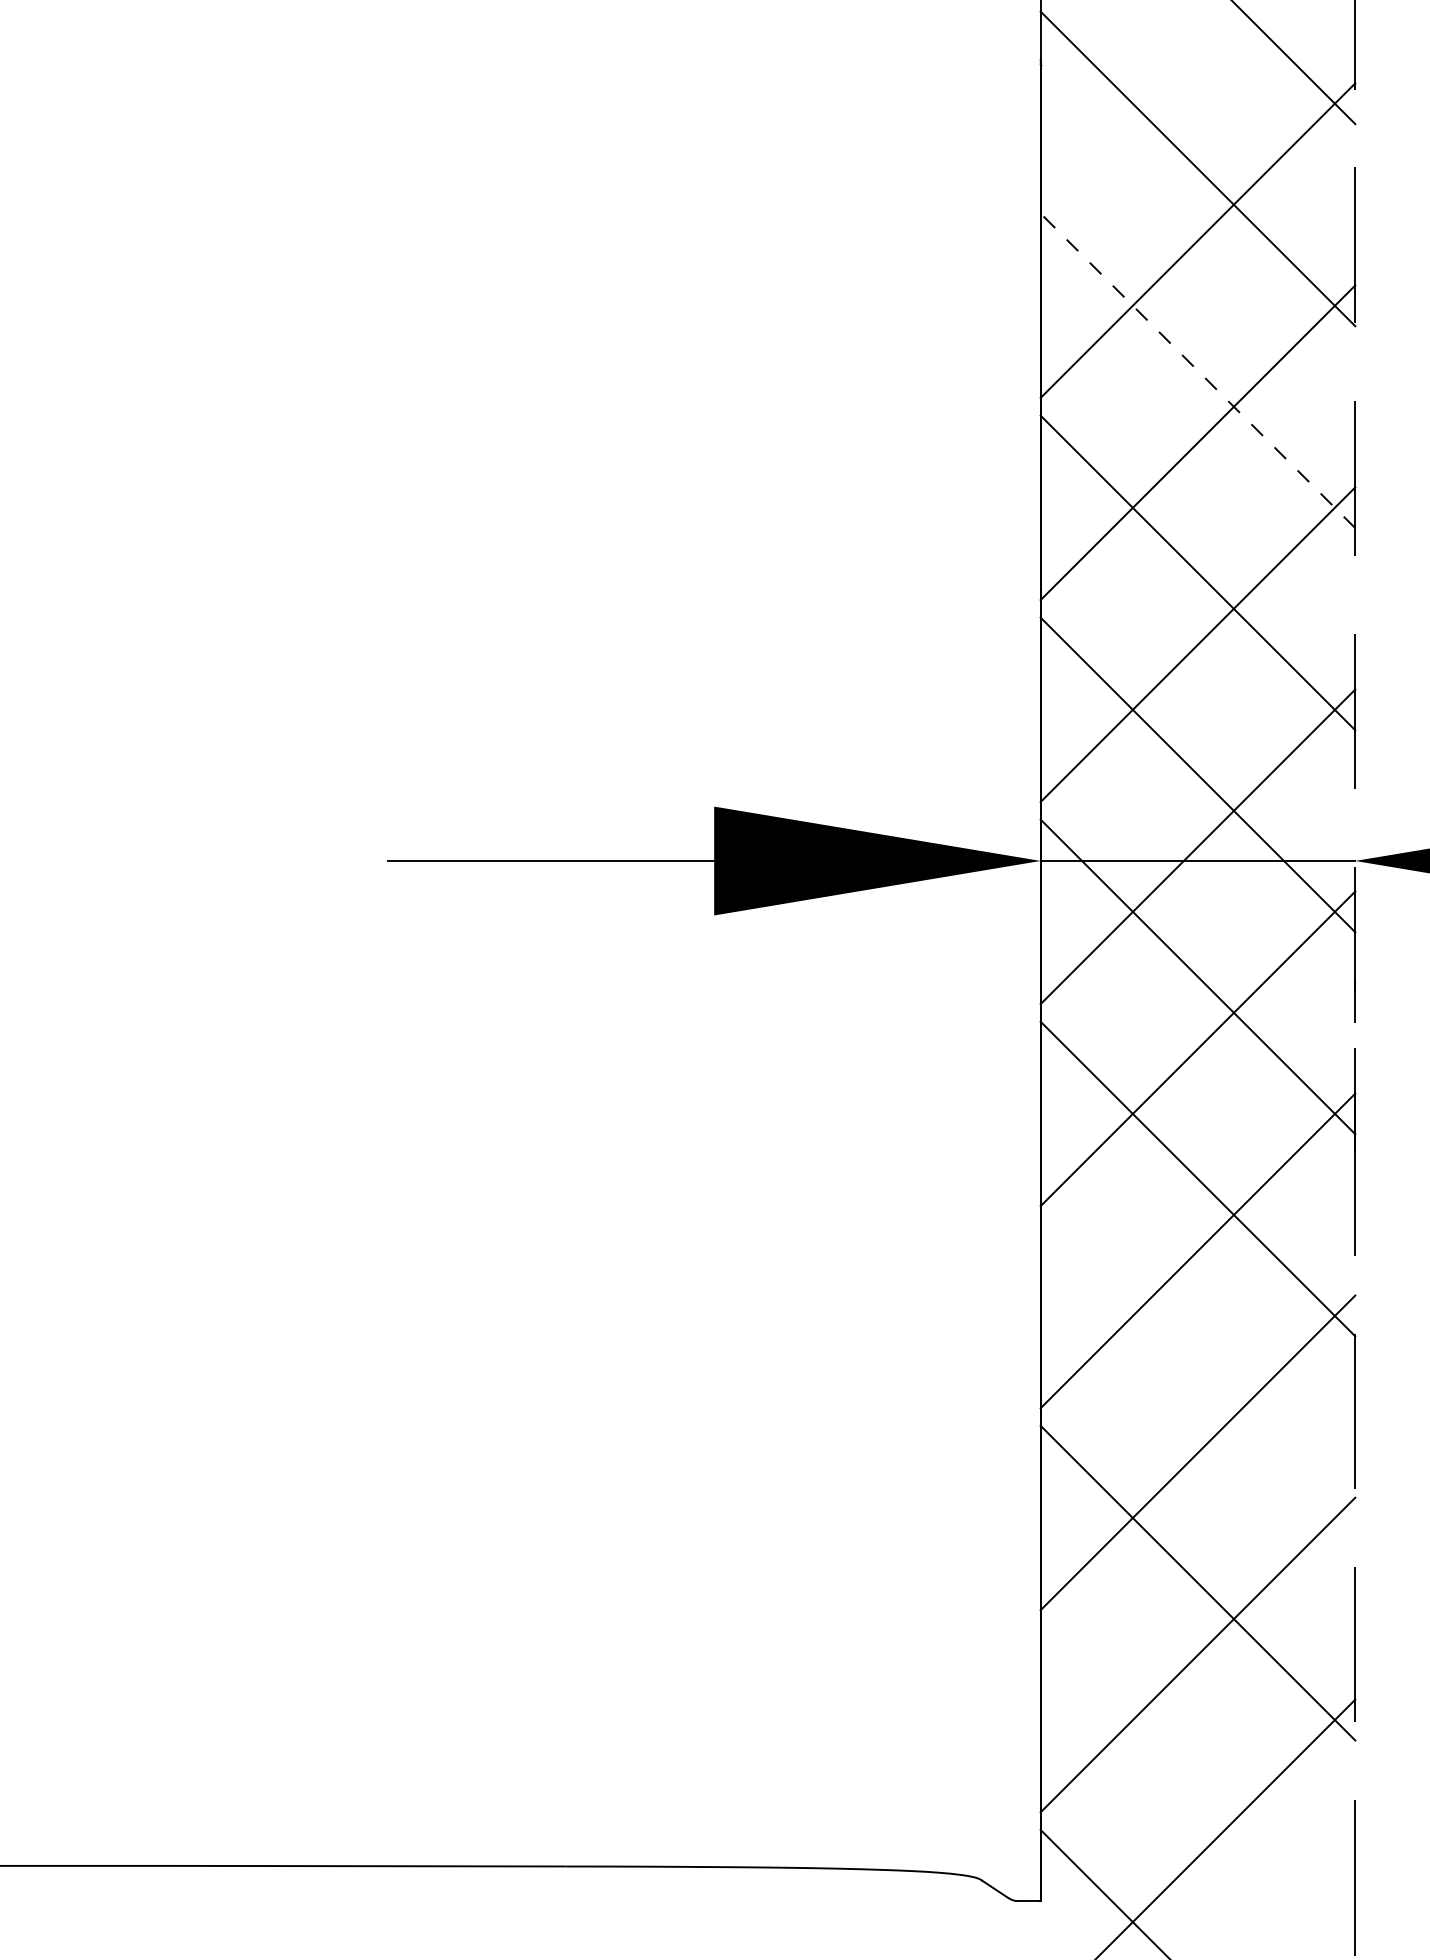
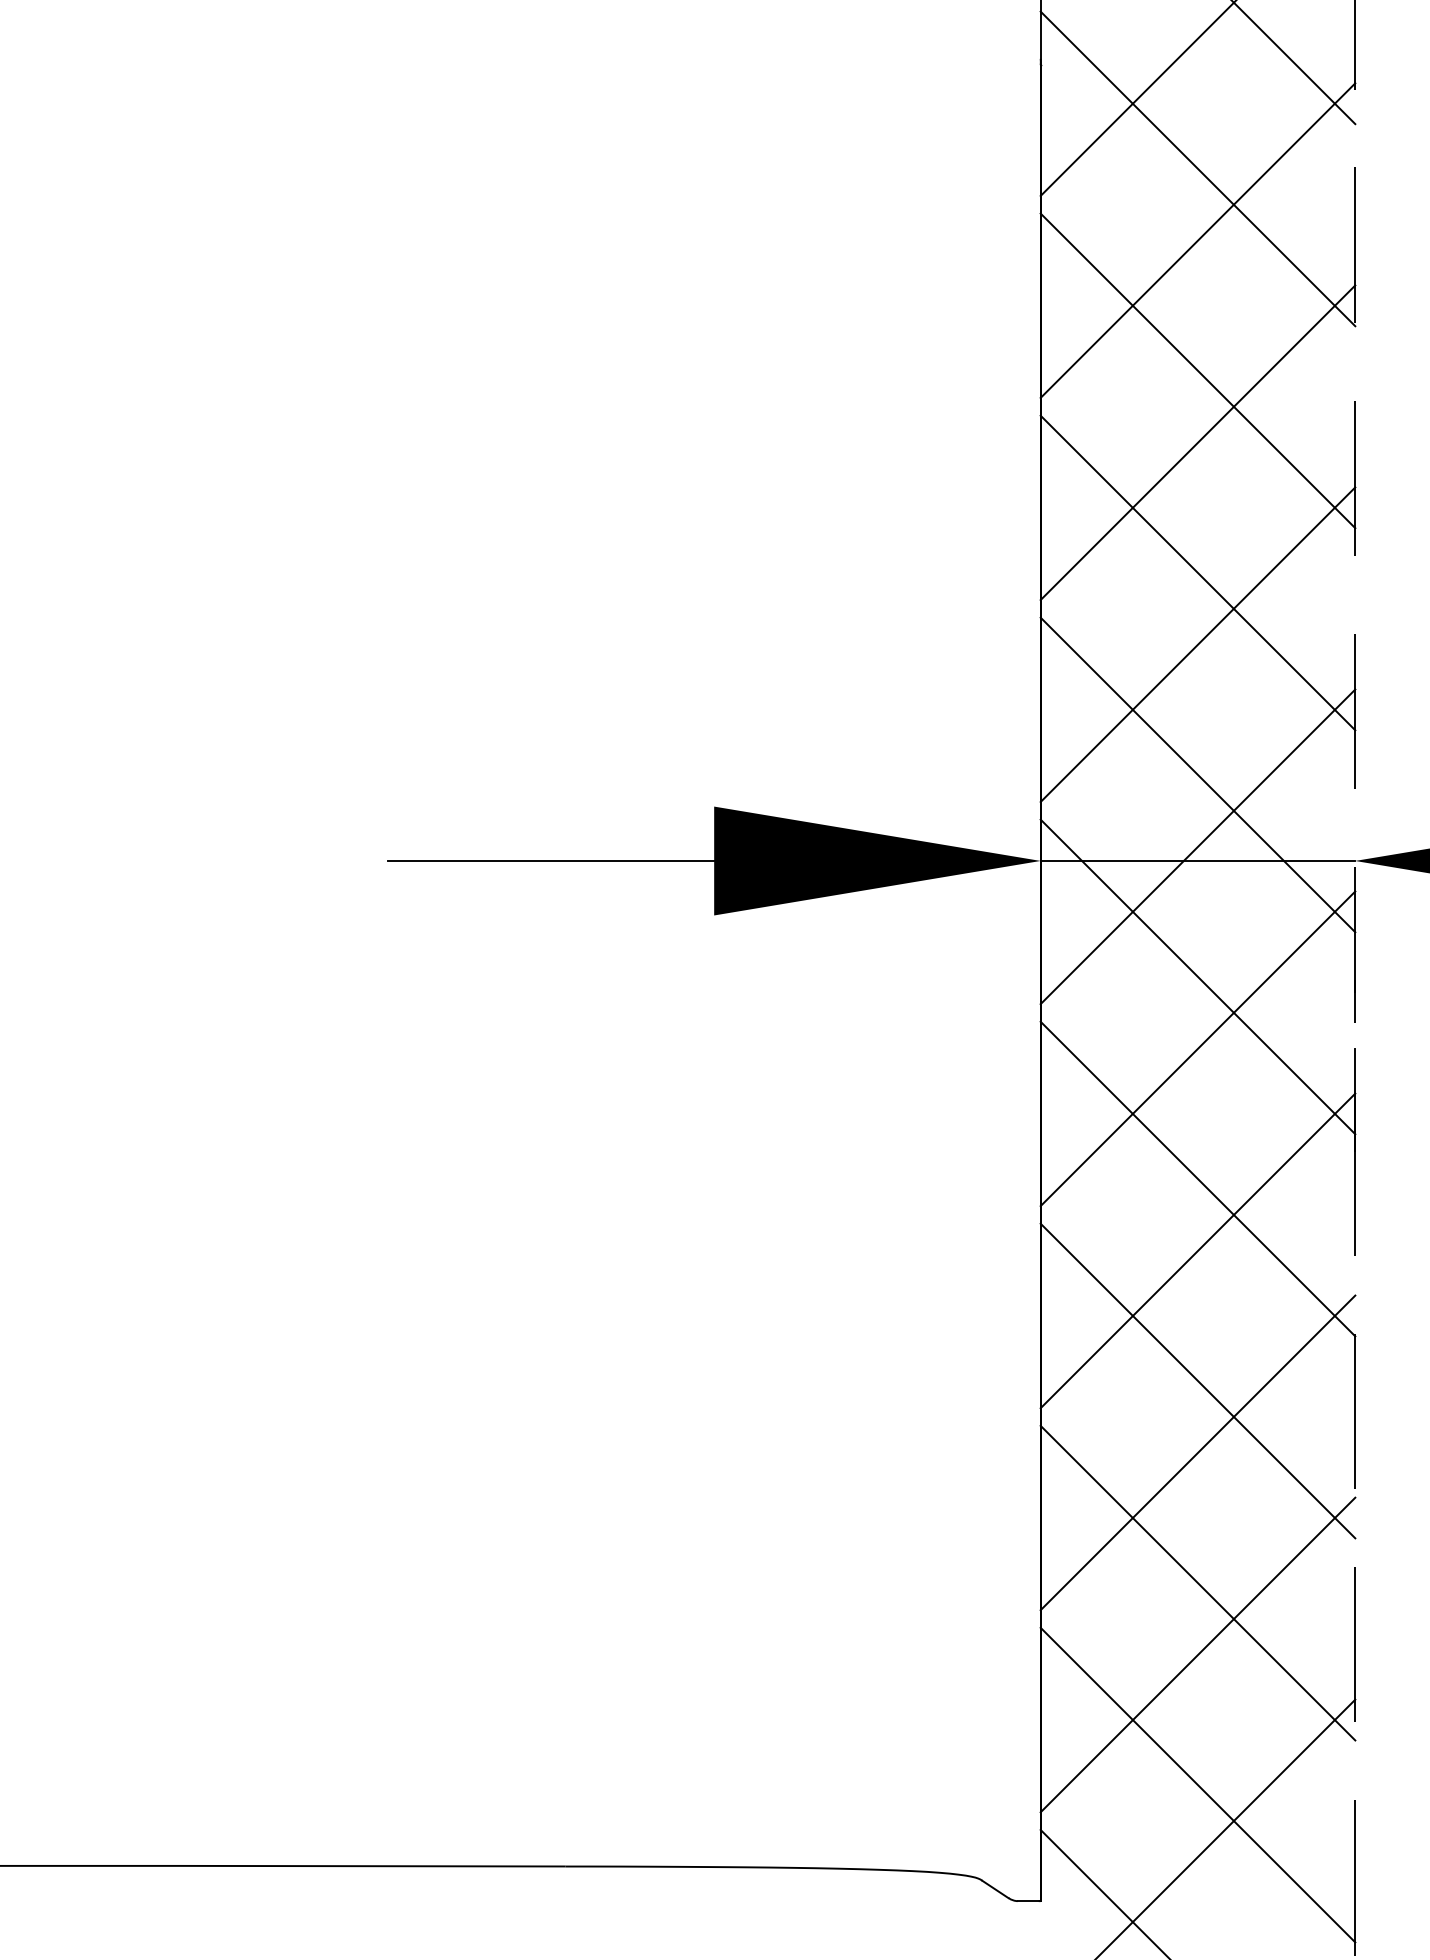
line at (1137, 98): none -> present
line at (1197, 370): dashed -> solid
line at (1197, 1380): none -> present
line at (1197, 1784): none -> present
